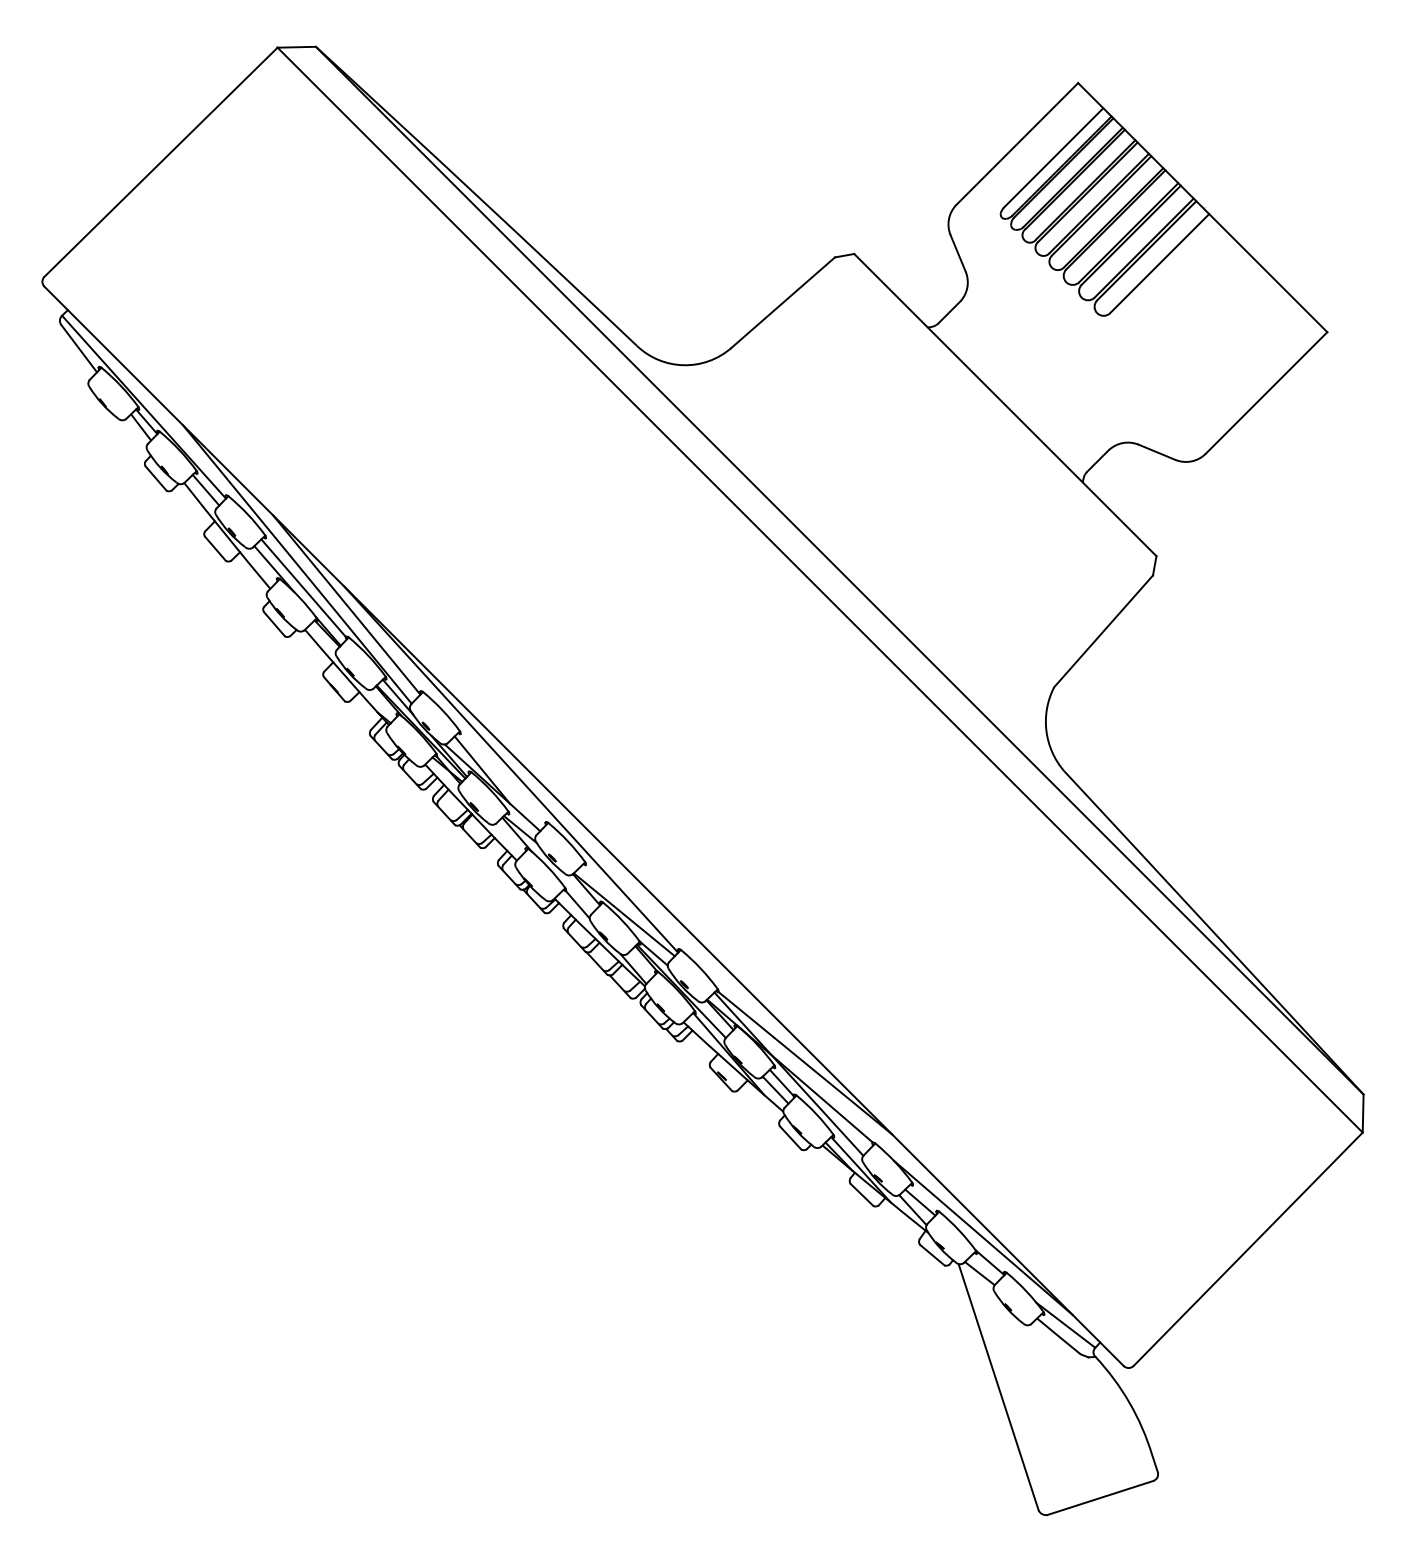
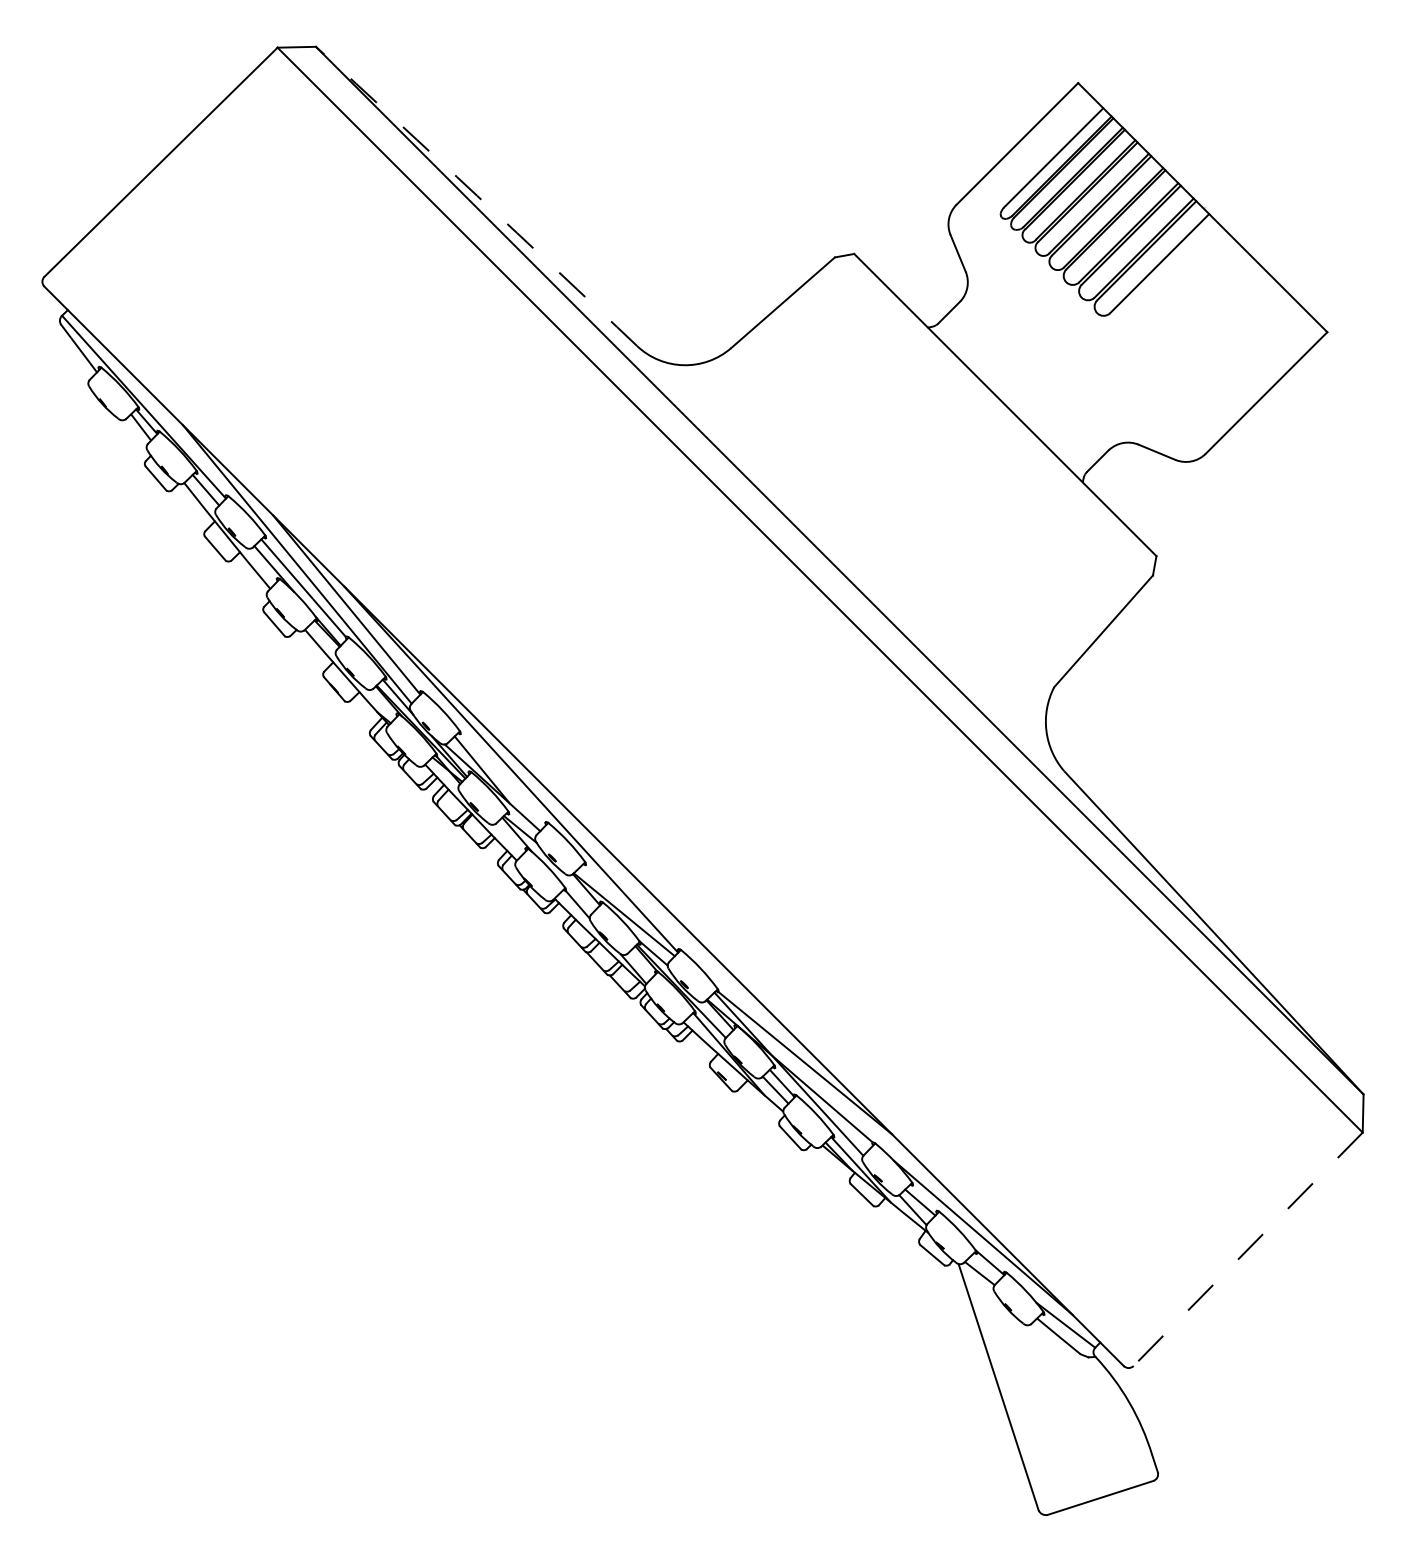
arc at (477, 195): solid -> dashed
line at (1247, 1249): solid -> dashed
